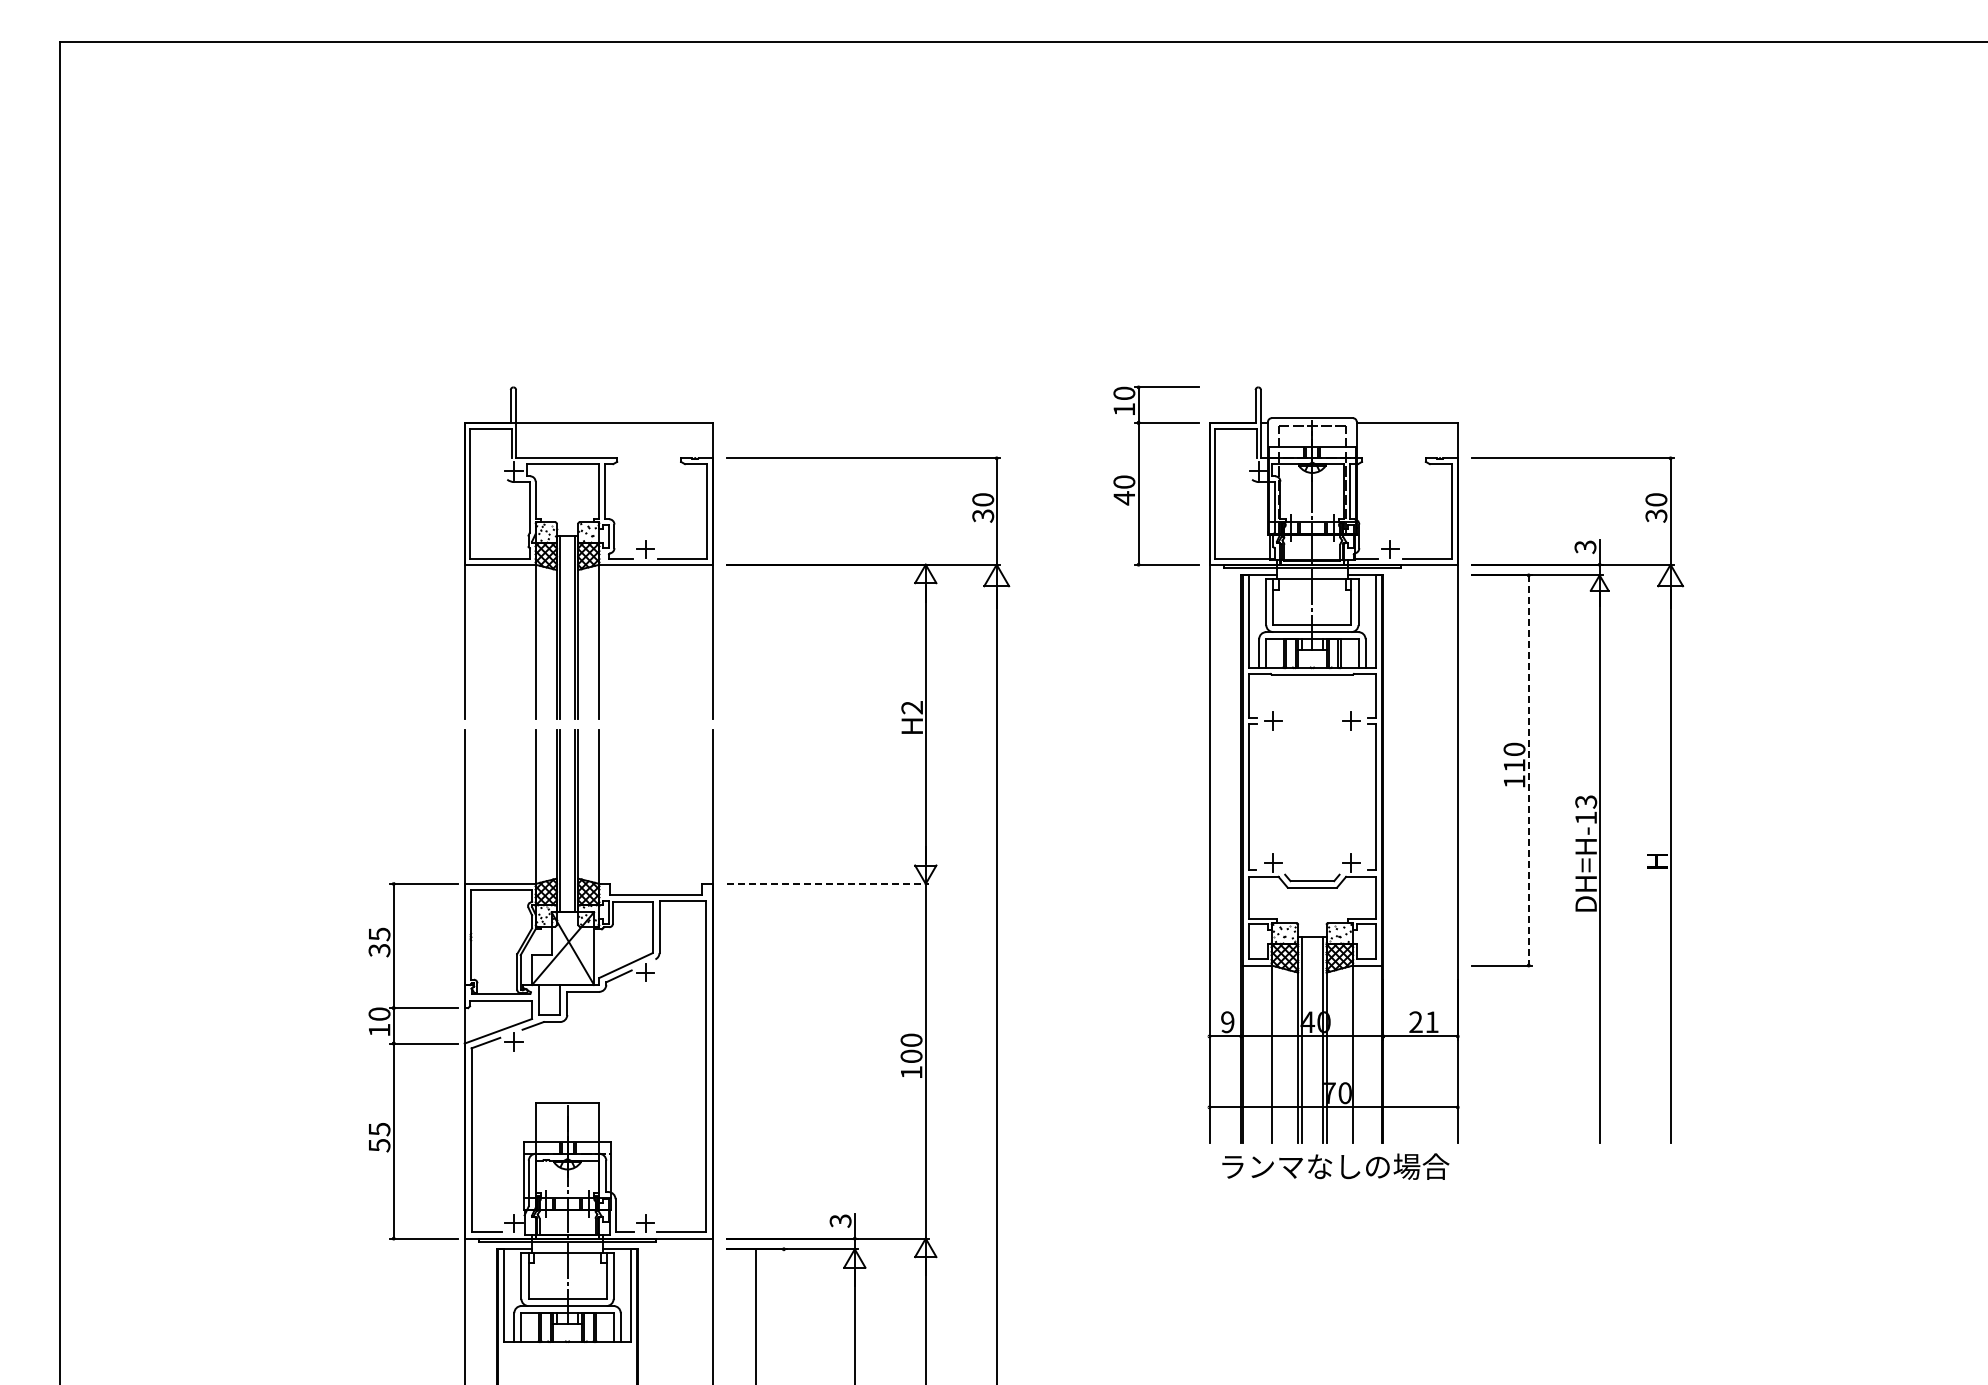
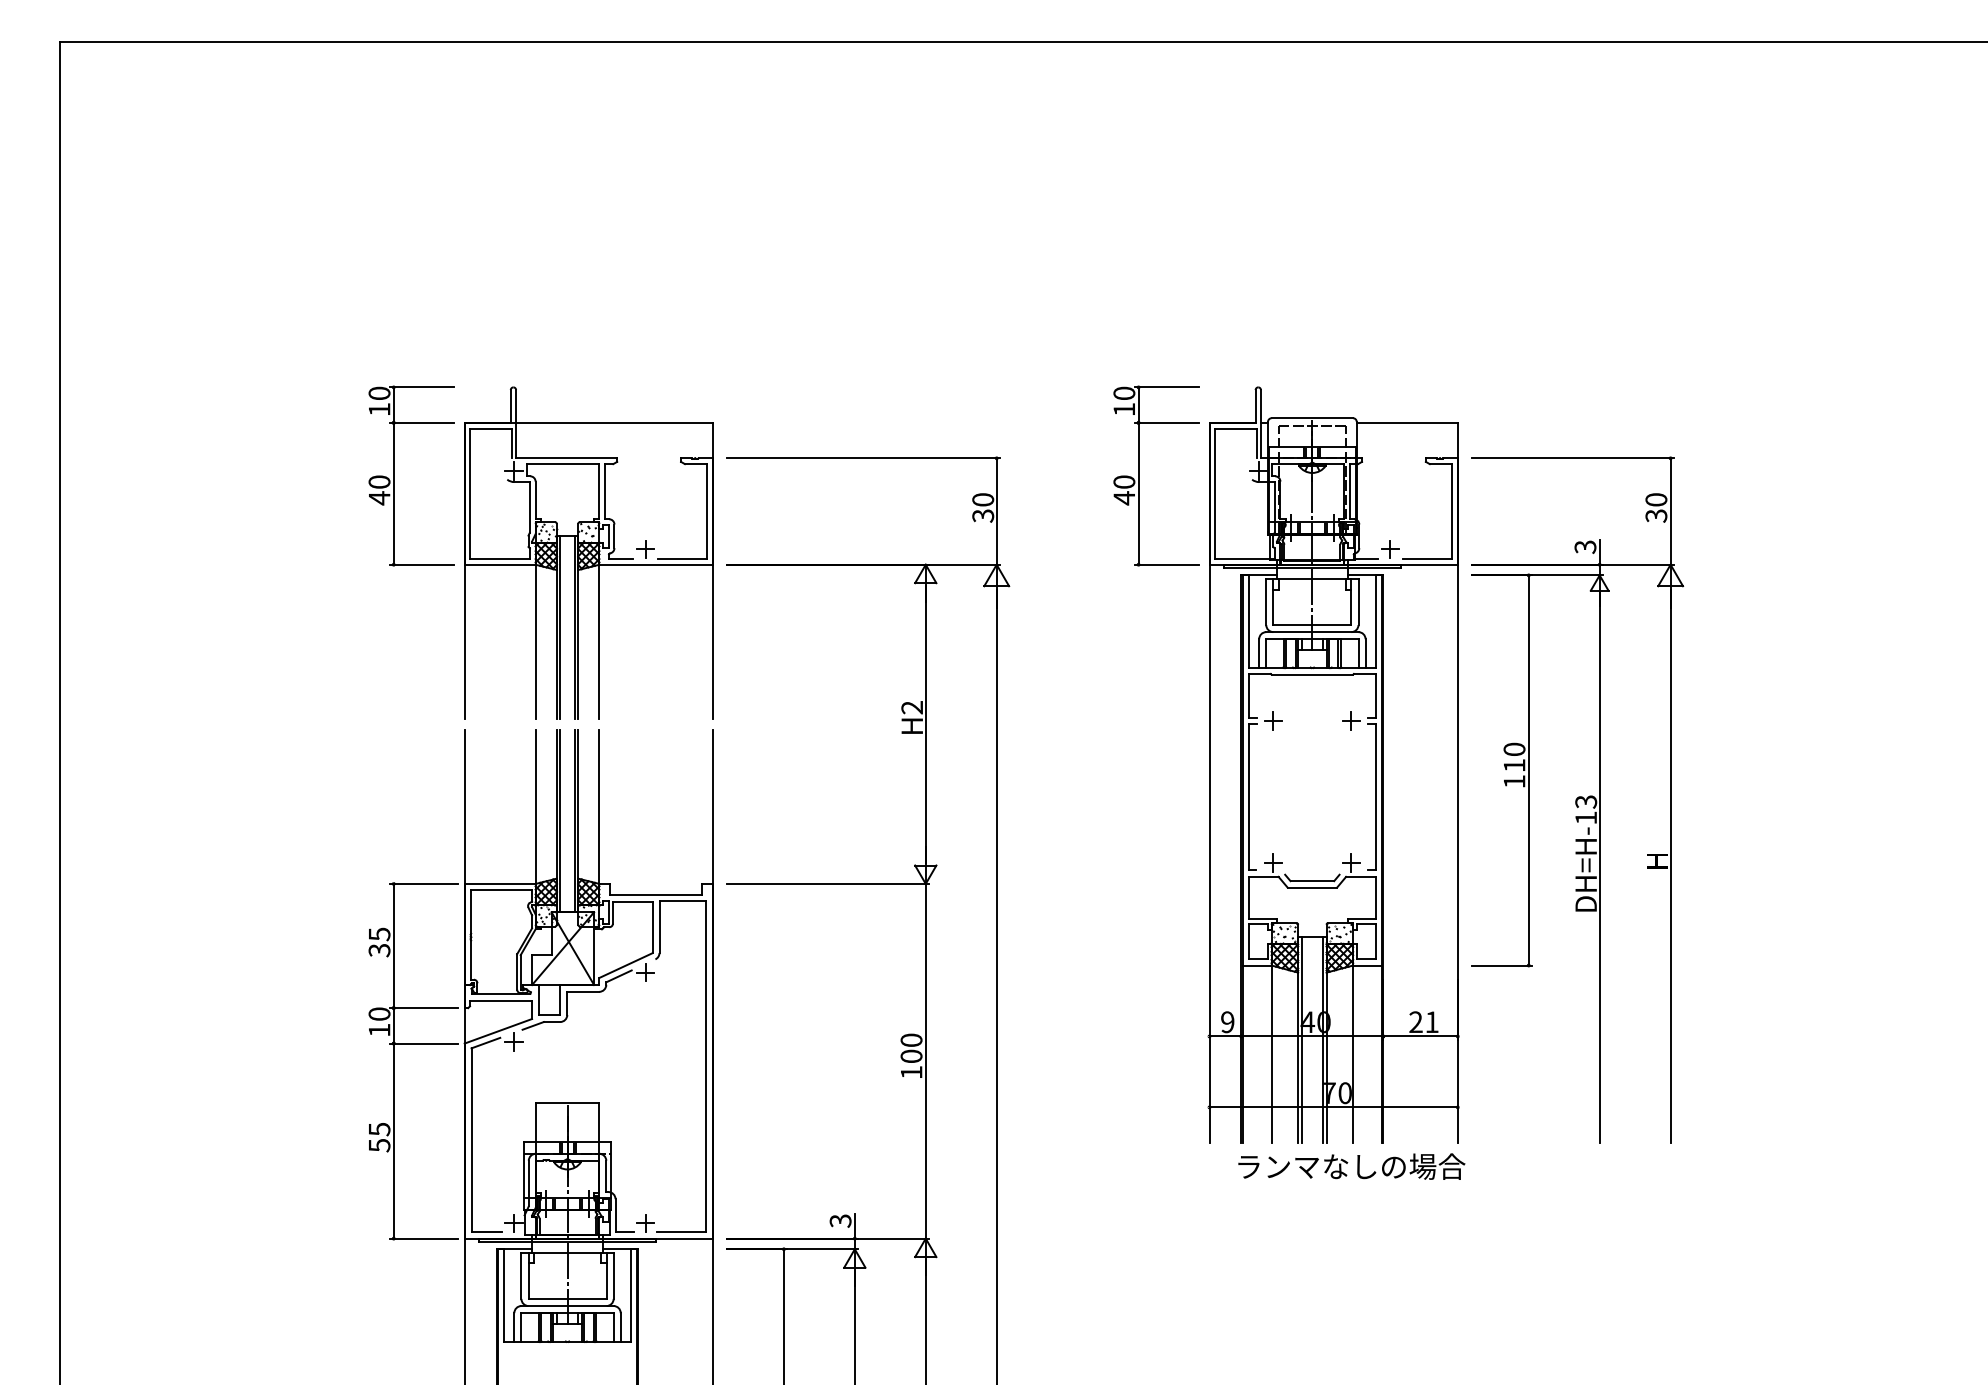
part at (394, 475): none -> present
line at (1528, 770): dashed -> solid
line at (828, 883): dashed -> solid
text at (1335, 1166) position: (1335, 1166) -> (1351, 1166)
line at (755, 1315) position: (755, 1315) -> (783, 1315)
